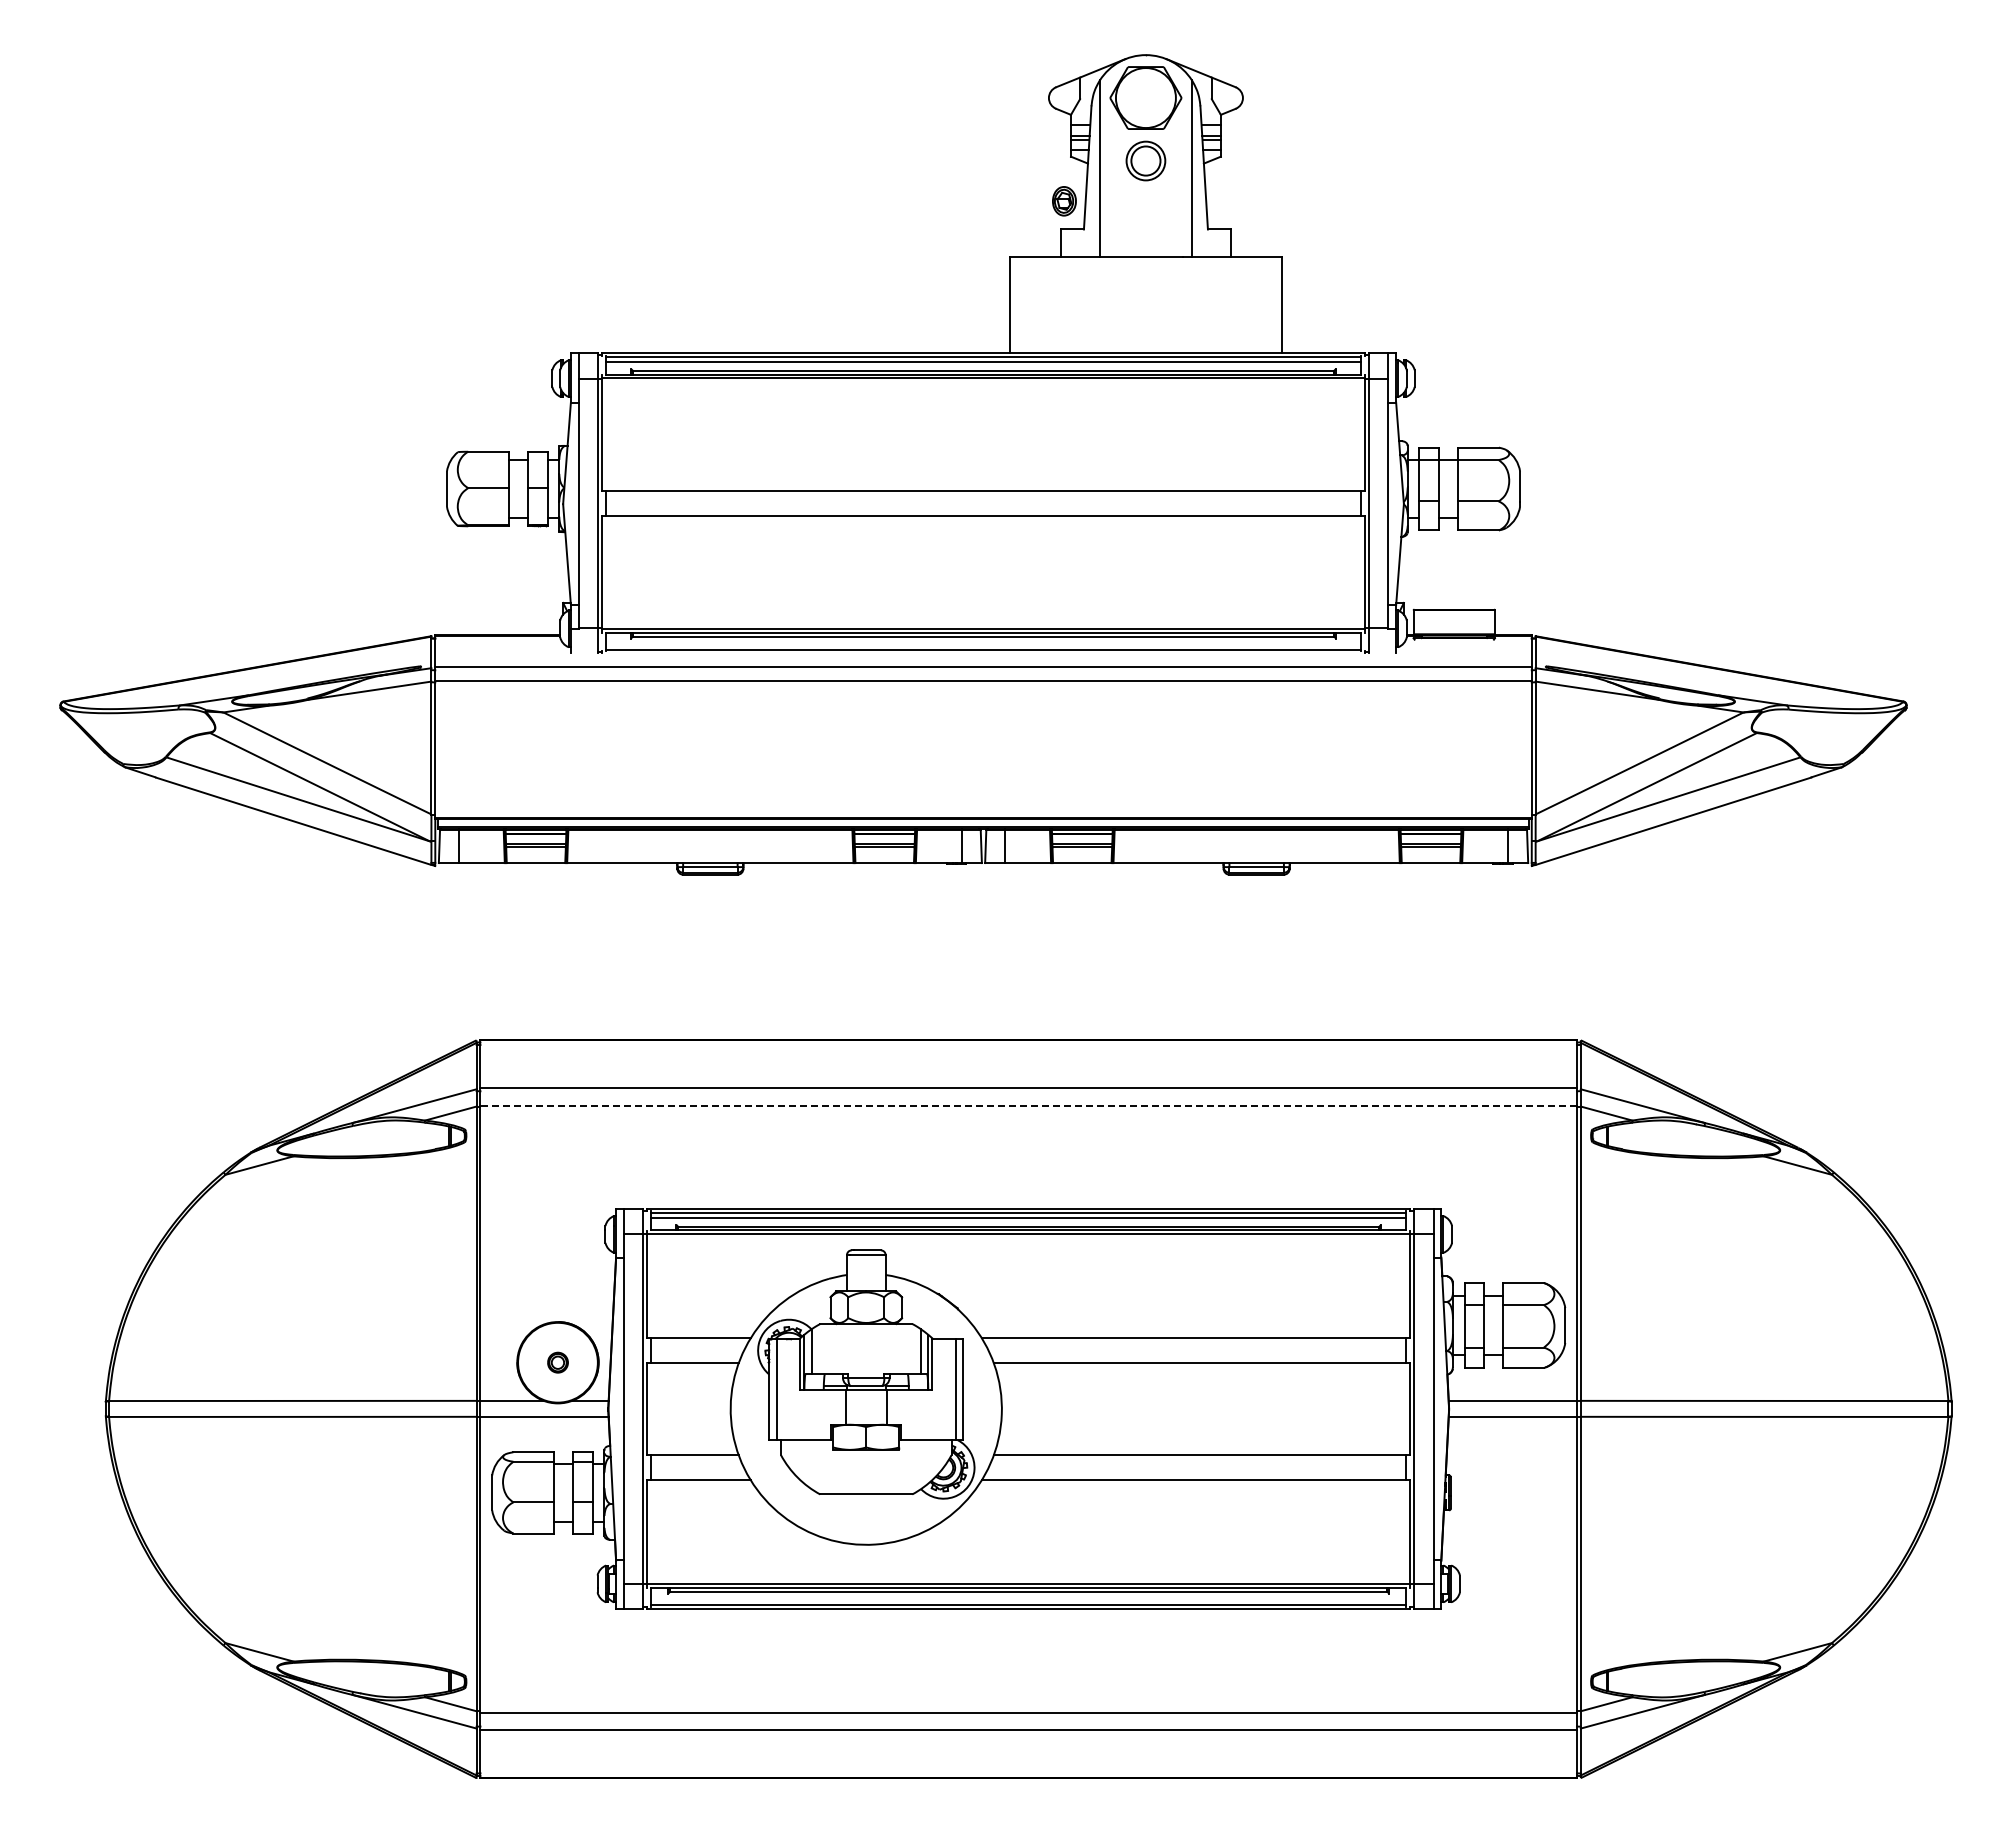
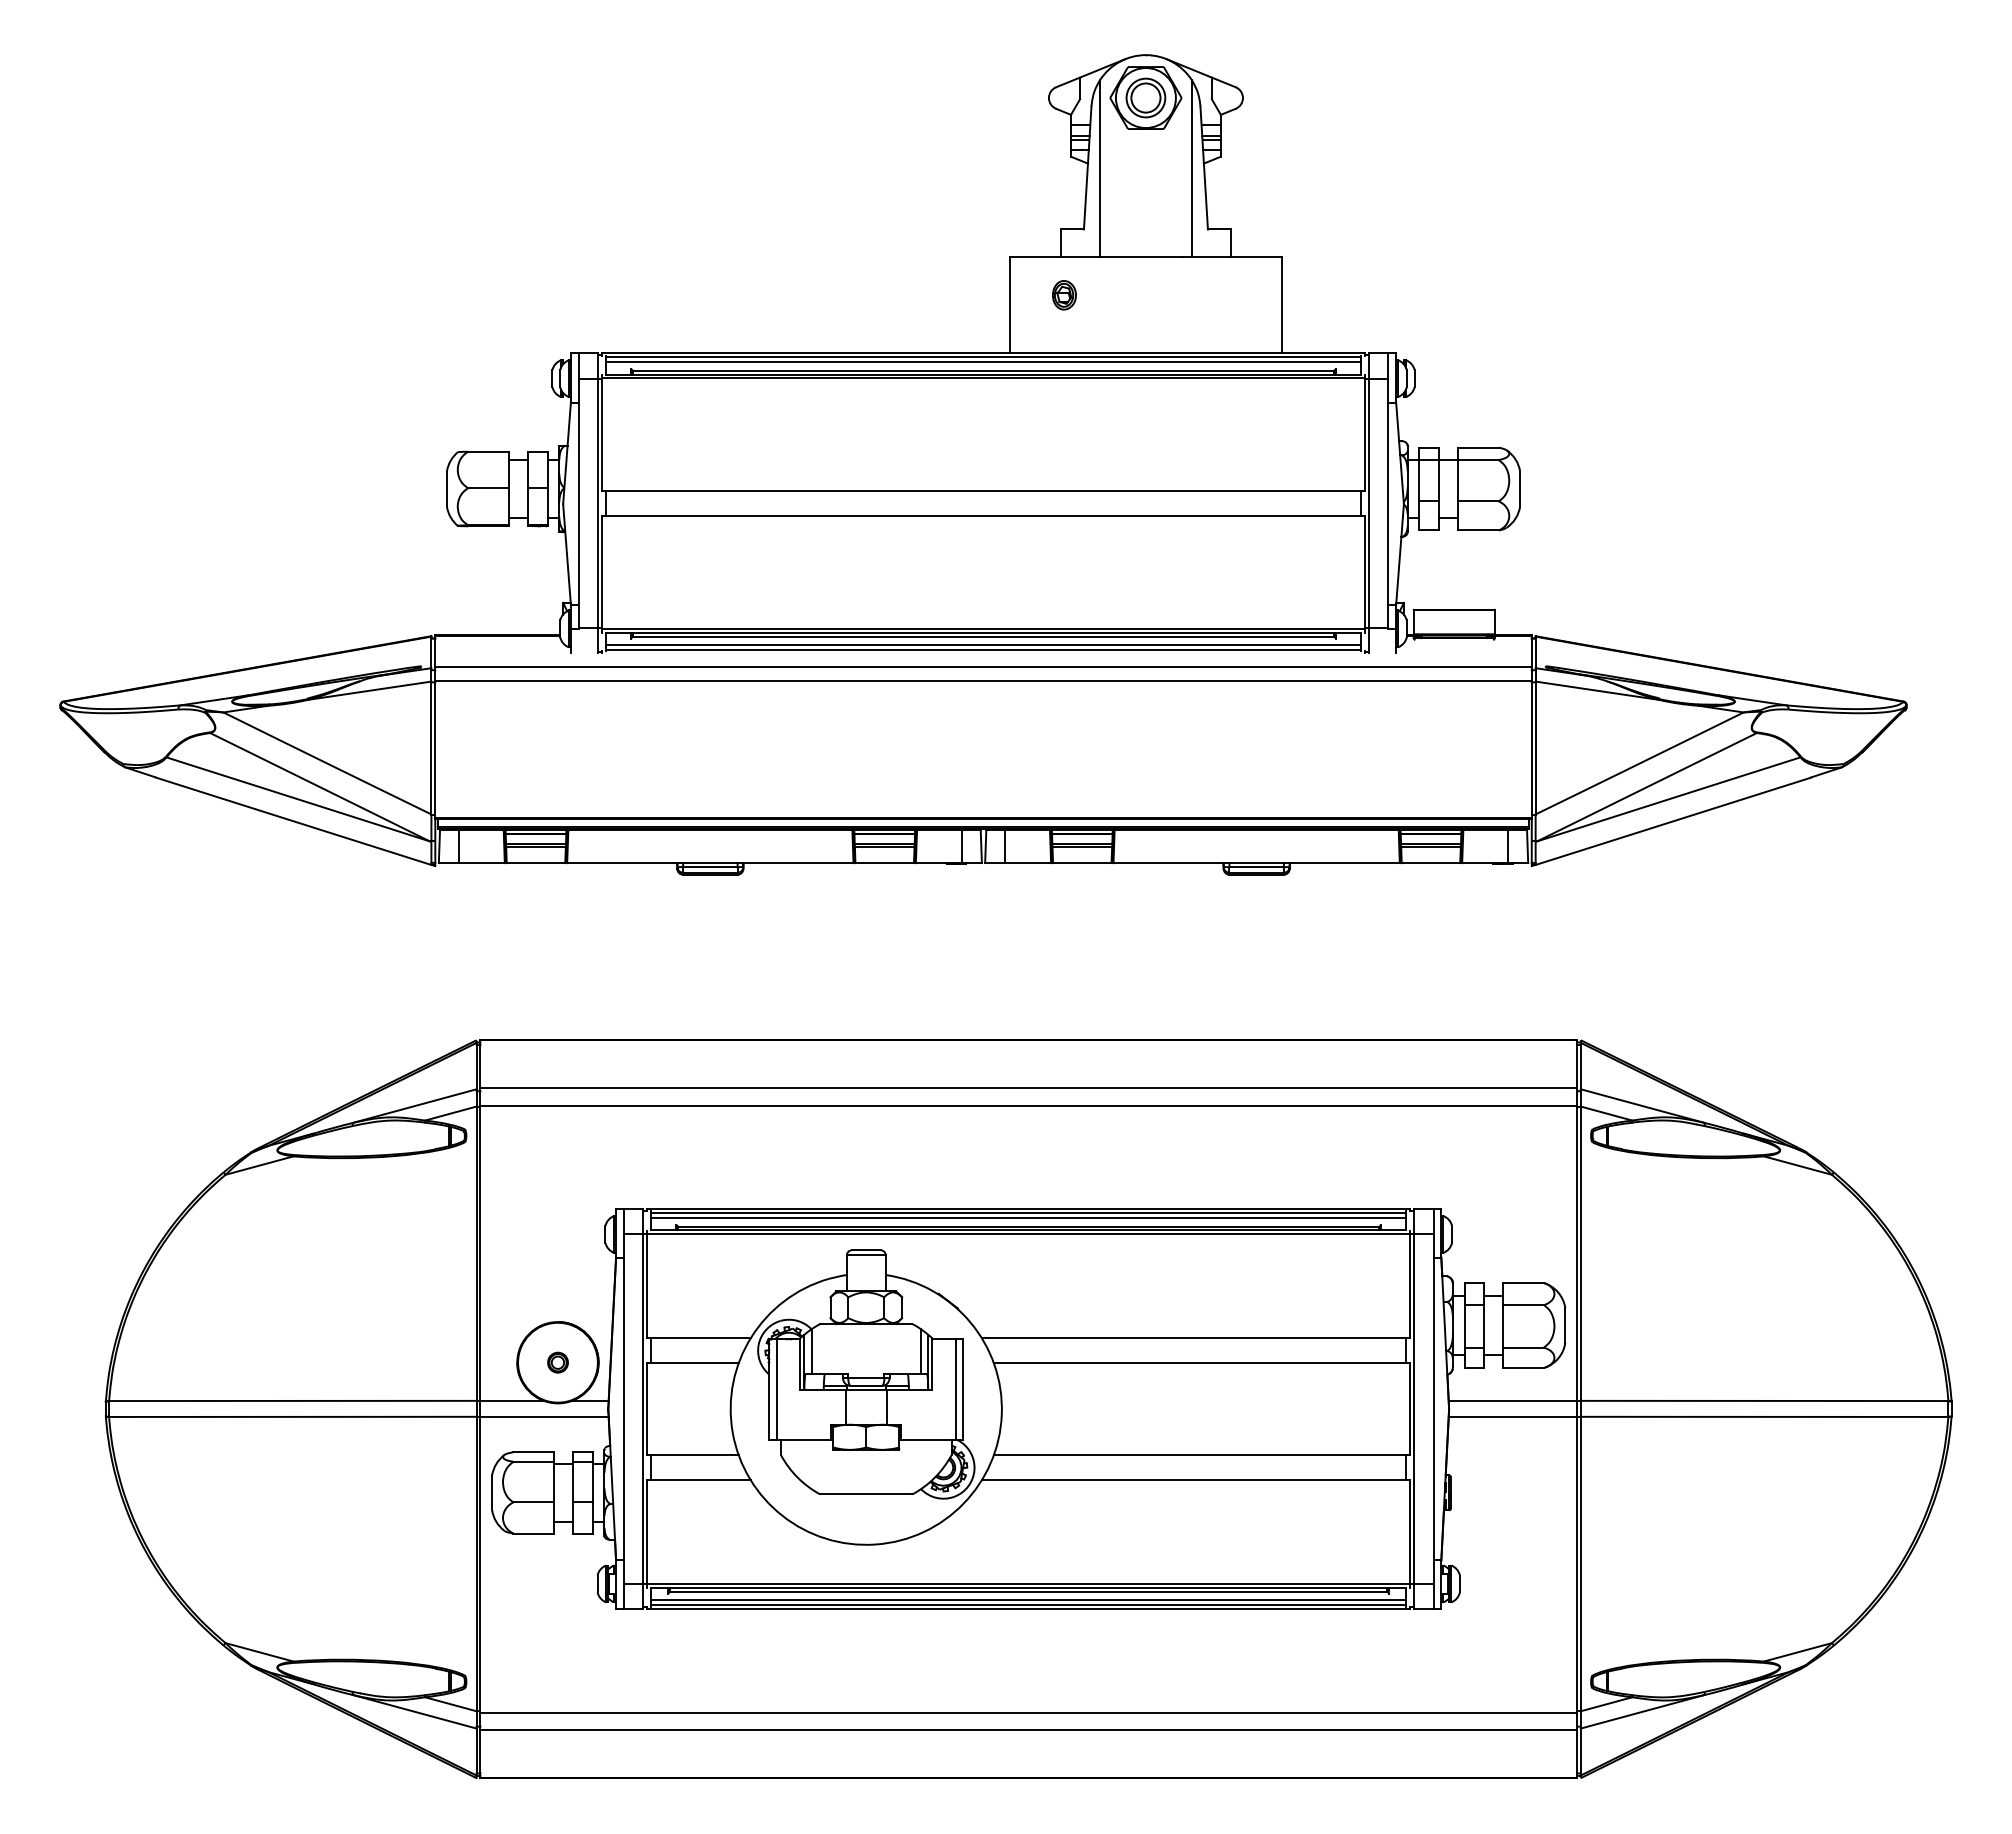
part at (1145, 160) position: (1145, 160) -> (1145, 97)
part at (1064, 201) position: (1064, 201) -> (1064, 295)
line at (983, 645): none -> present
line at (1028, 1105): dashed -> solid
line at (1028, 1600): none -> present
